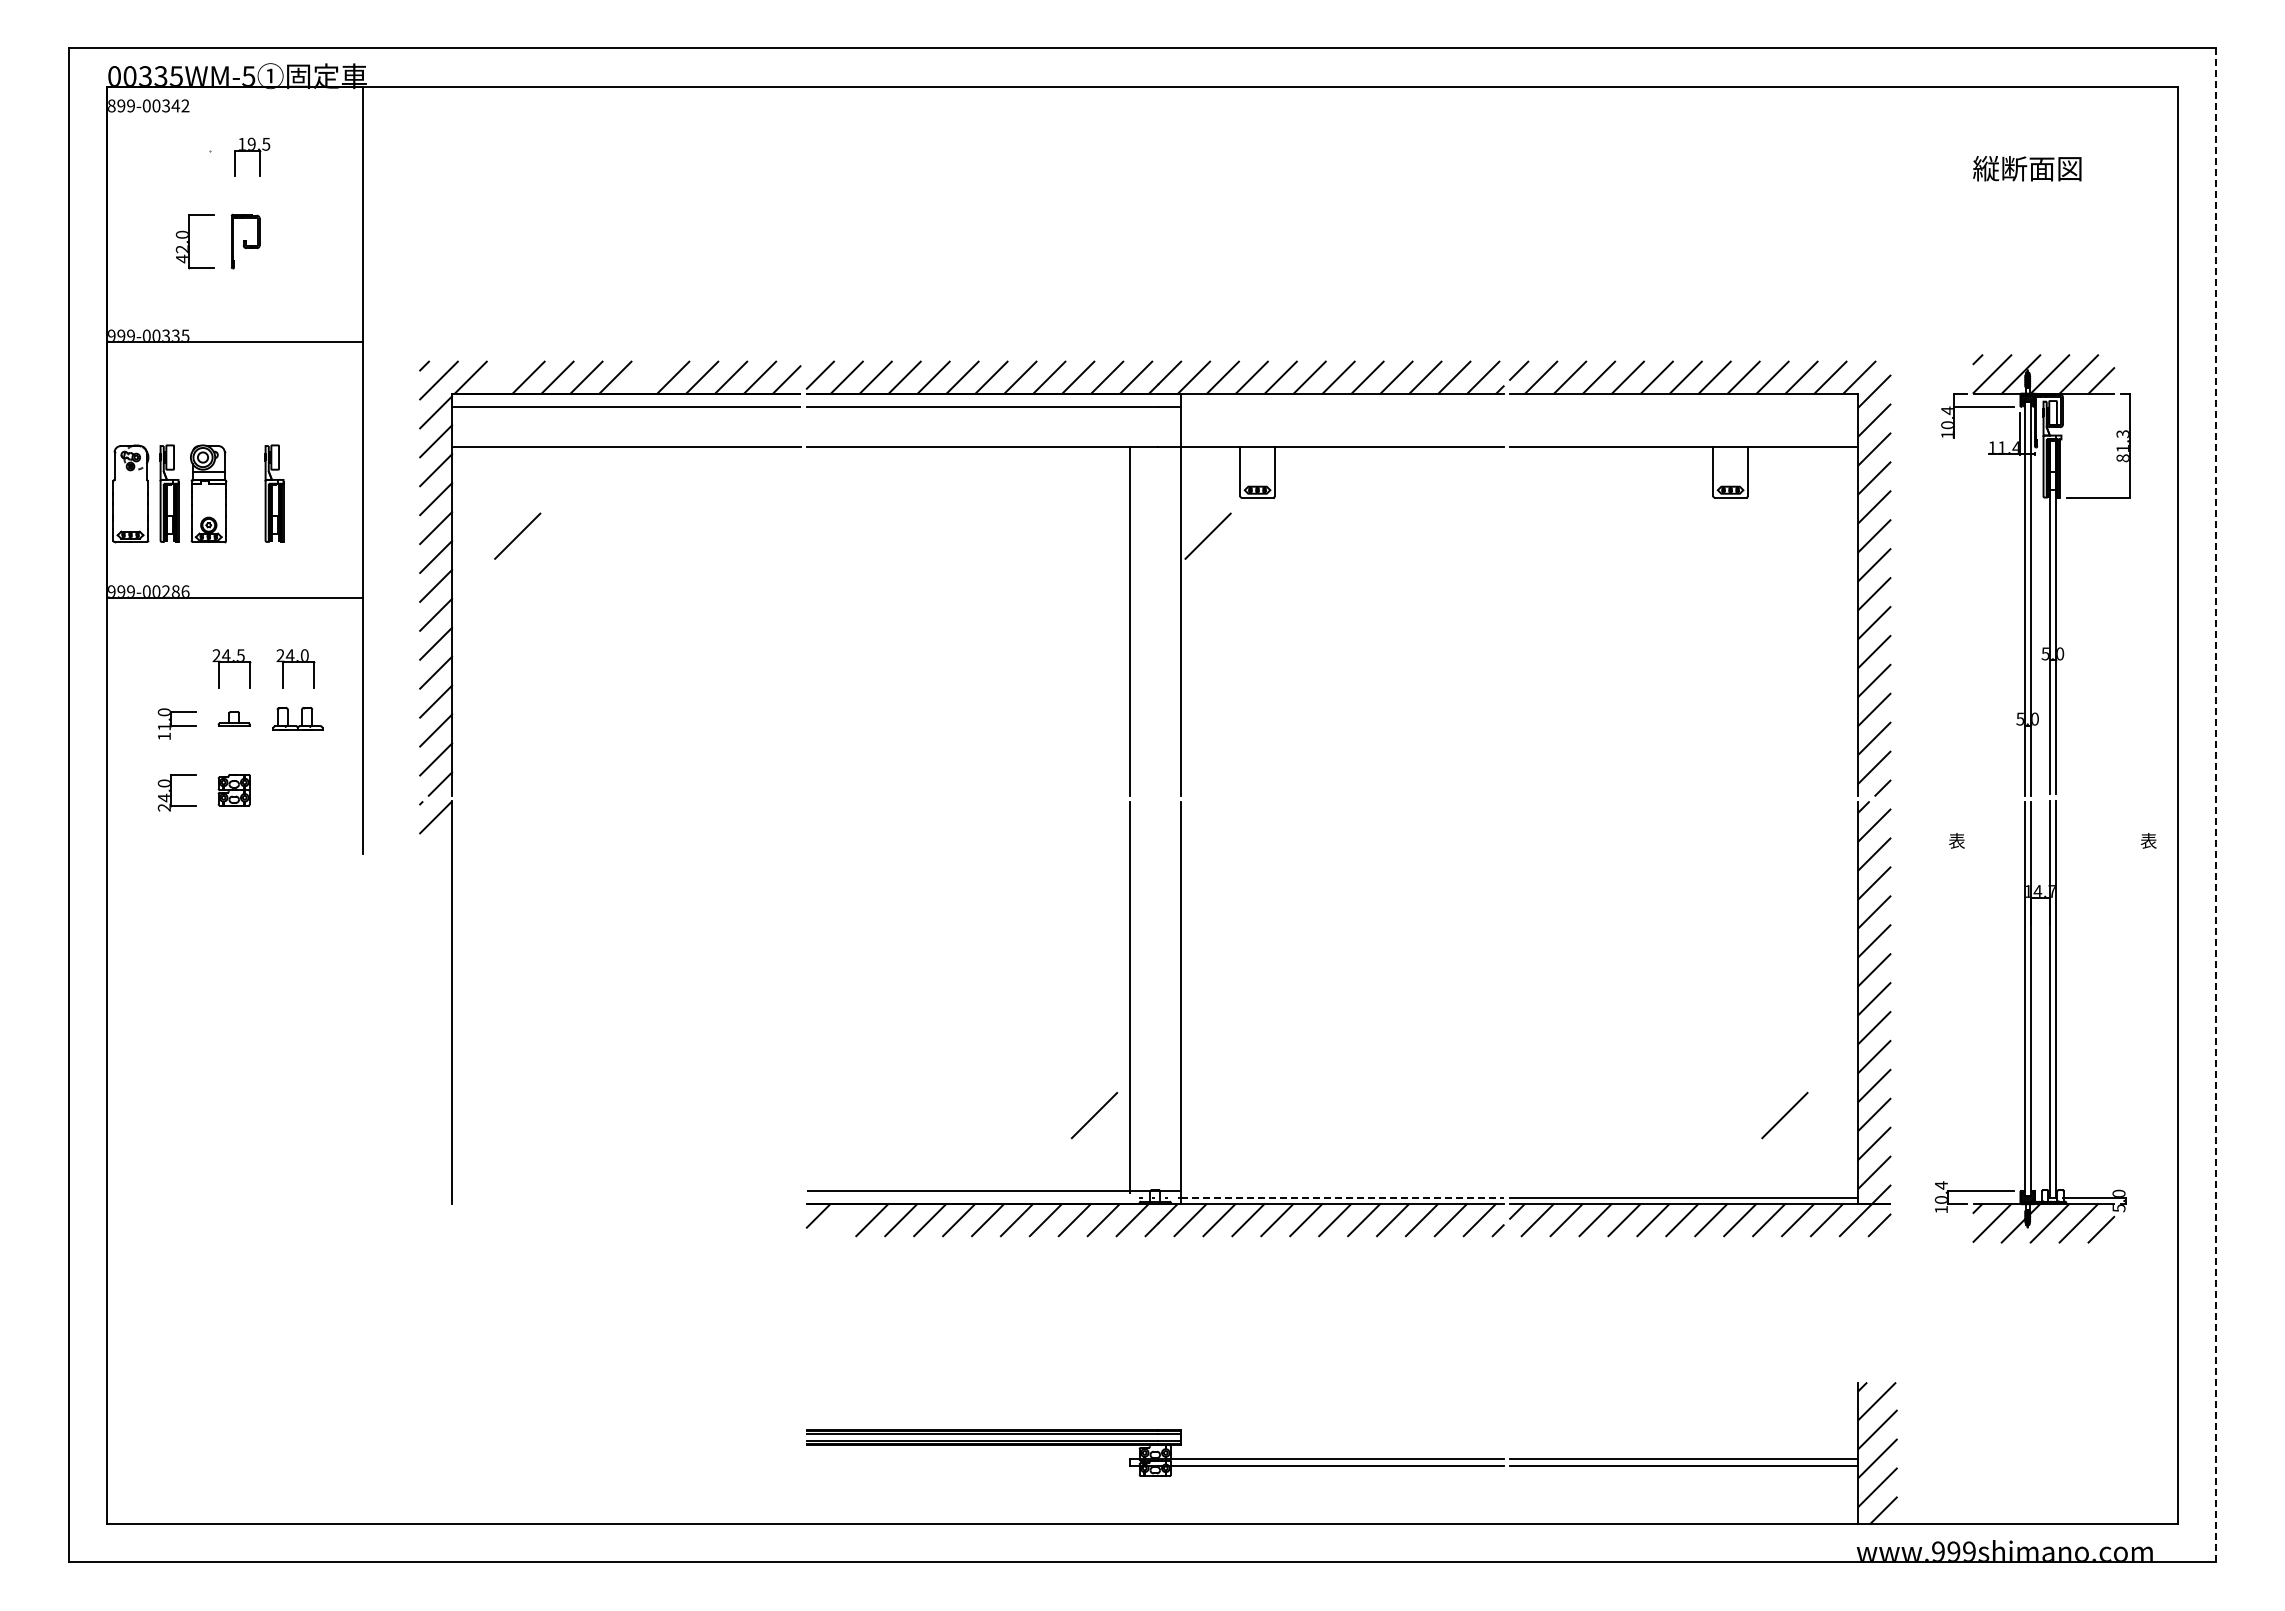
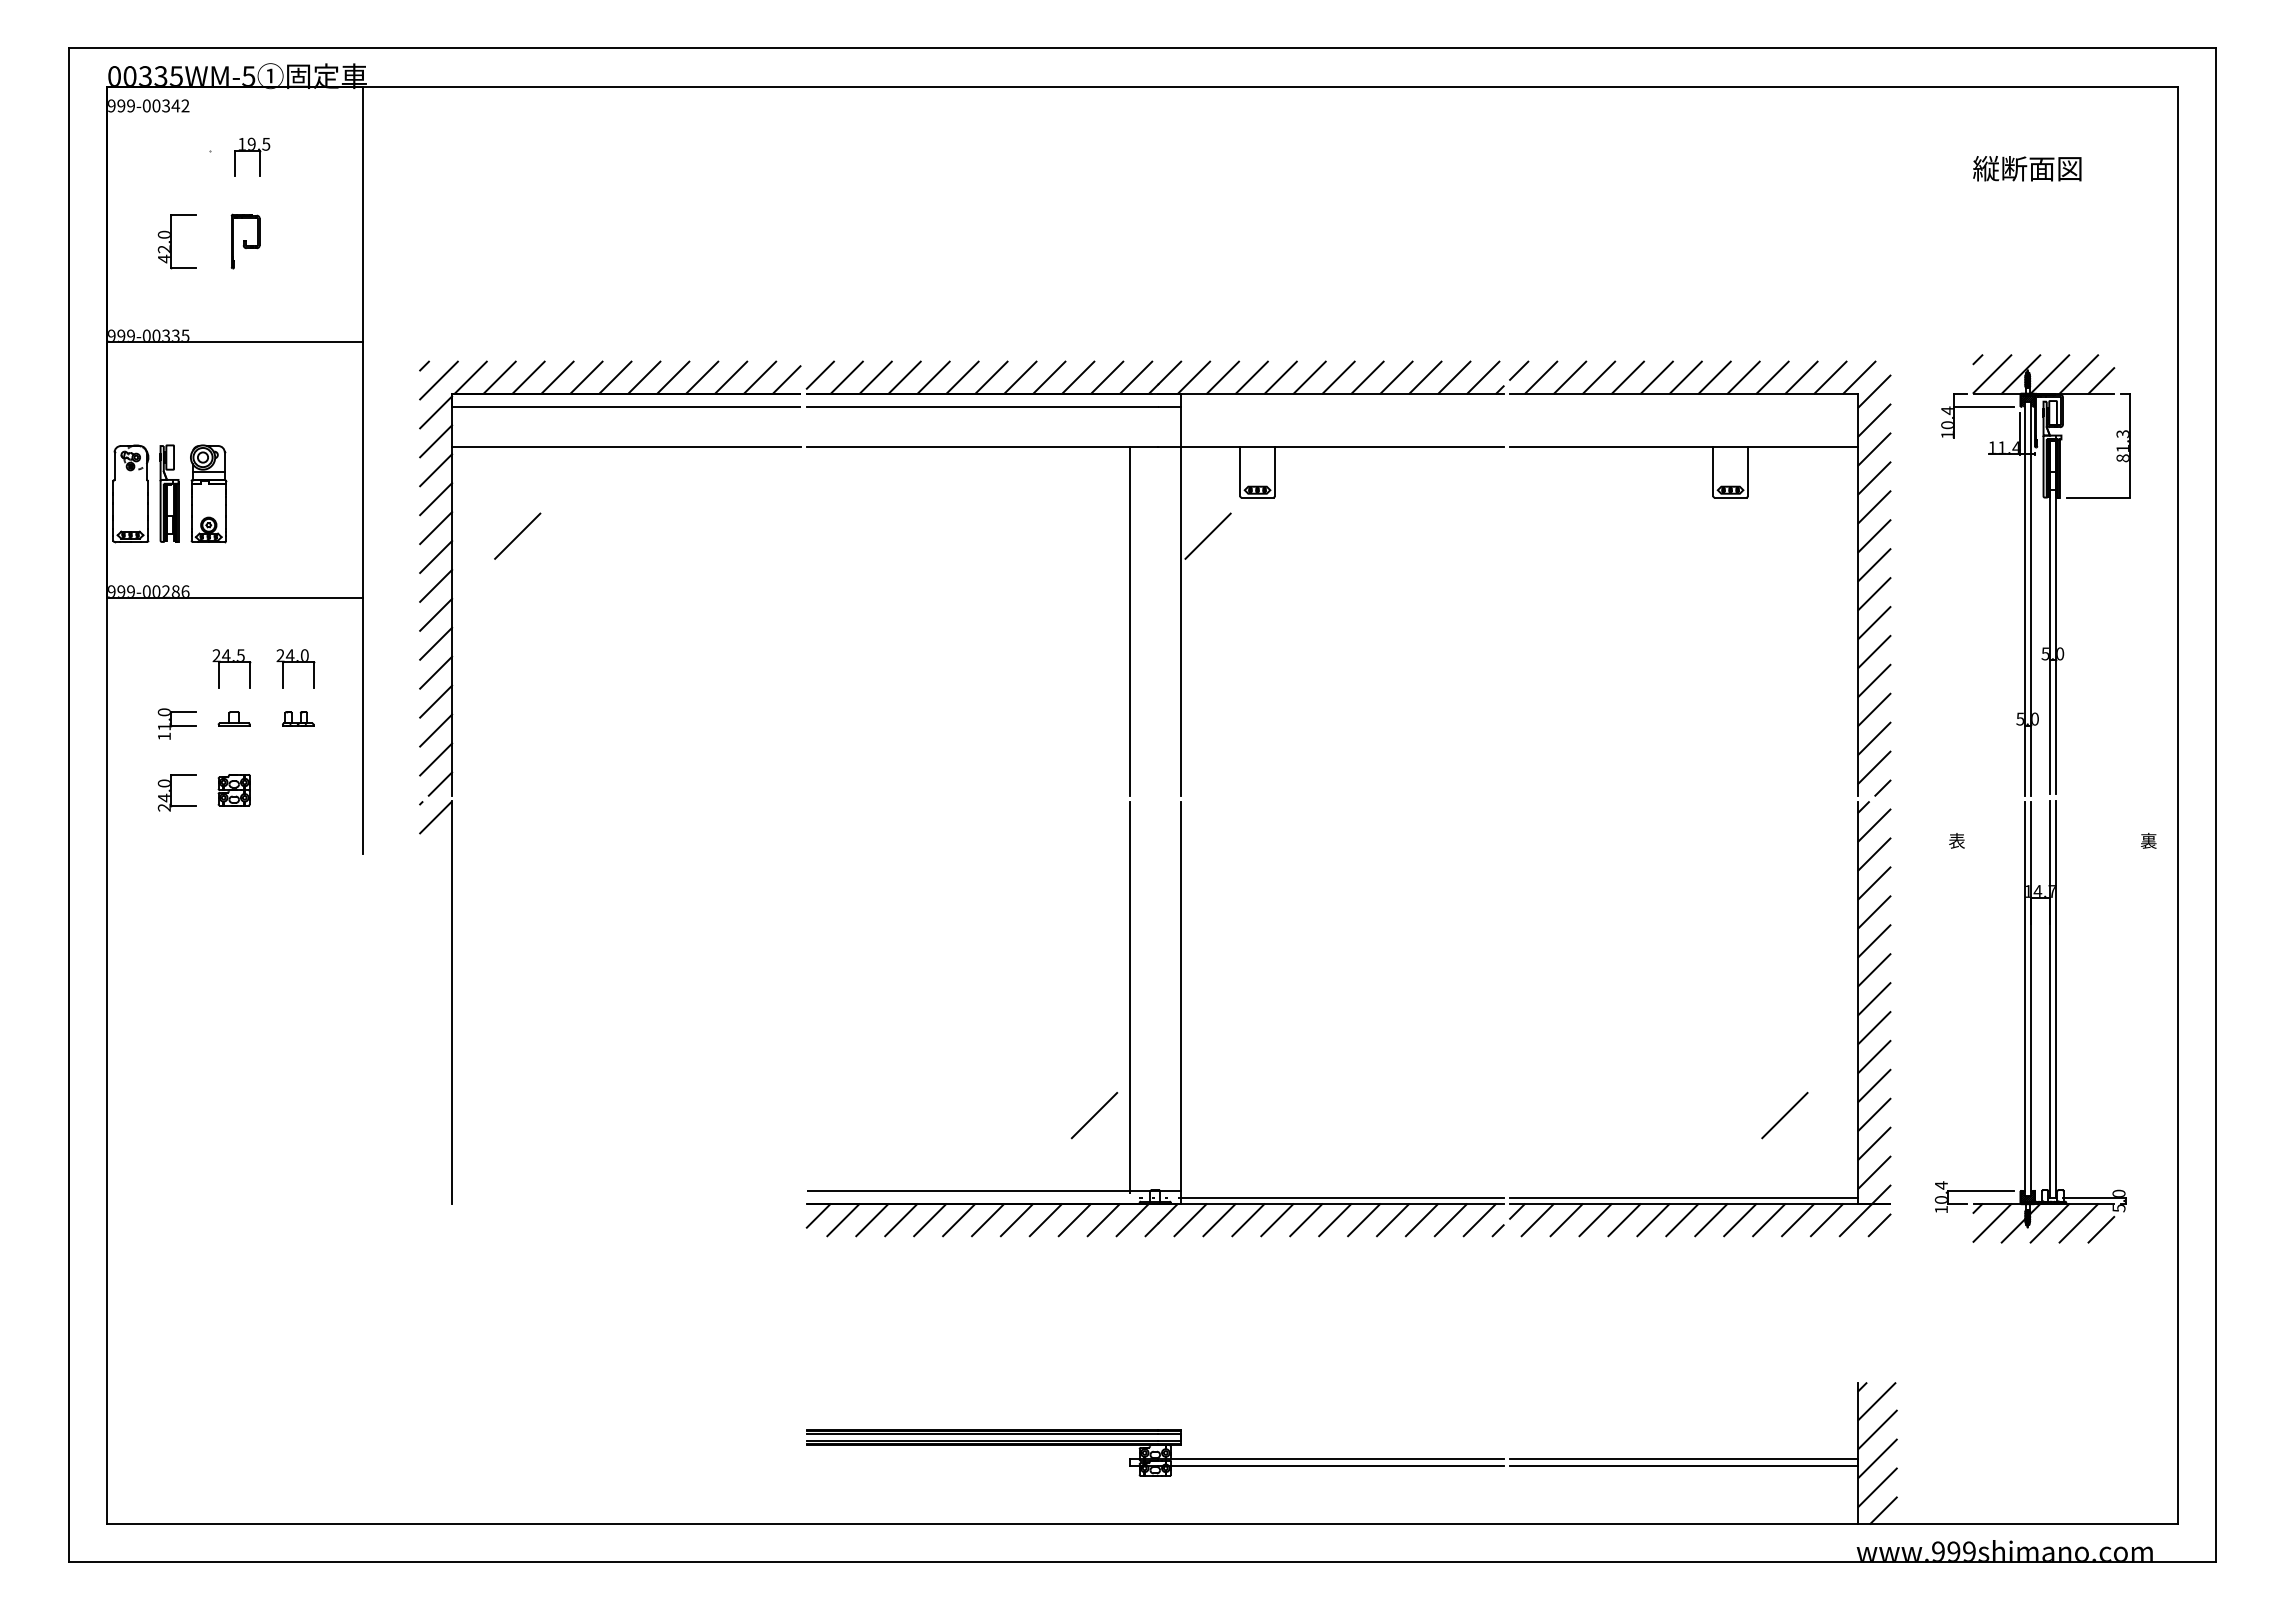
text at (111, 105): 899-00342 -> 999-00342
part at (194, 241) position: (194, 241) -> (176, 241)
line at (499, 377): none -> present
line at (644, 377): none -> present
part at (274, 493): present -> none
part at (297, 718) size: 52x24 px -> 33x16 px
line at (2216, 805): dashed -> solid
text at (2148, 841): 表 -> 裏
line at (1342, 1197): dashed -> solid
line at (843, 1220): none -> present
